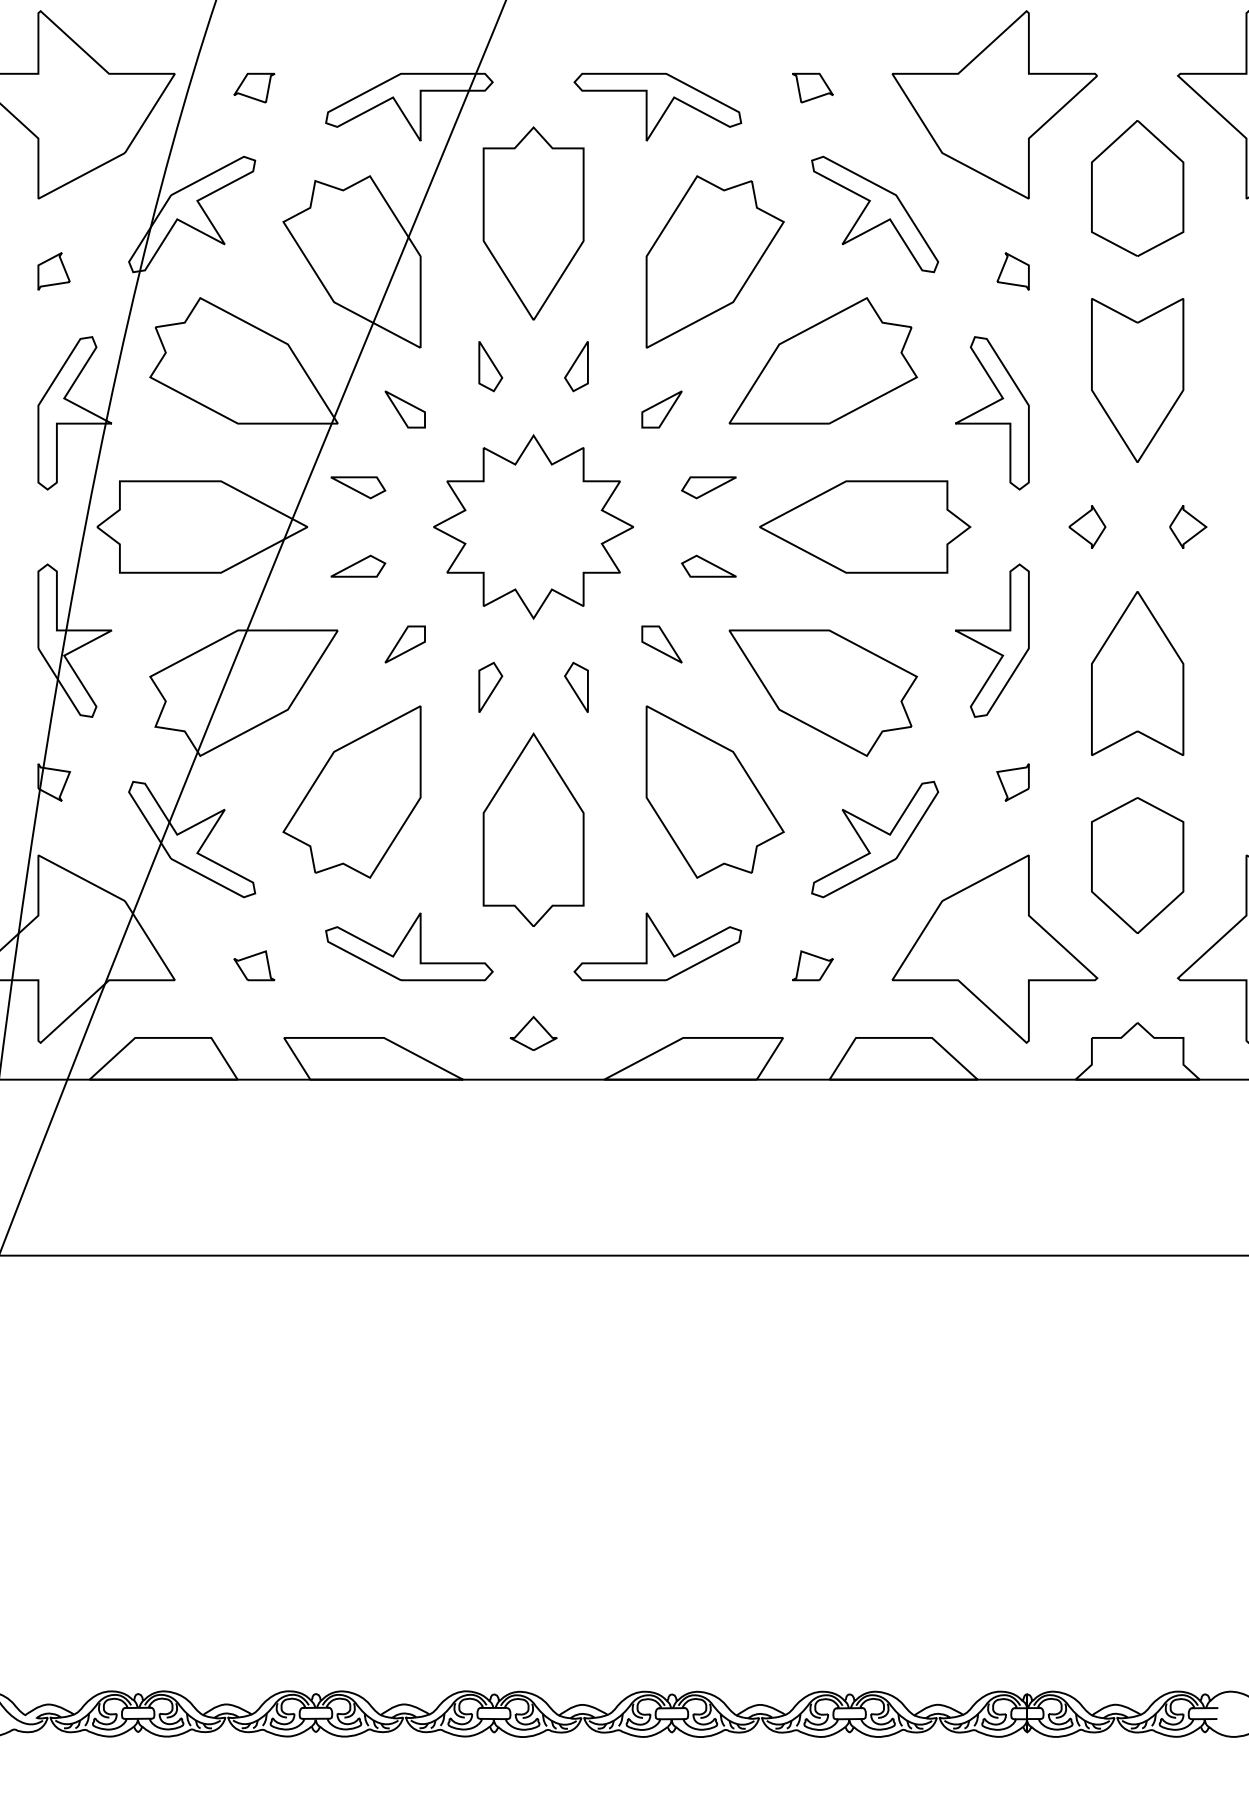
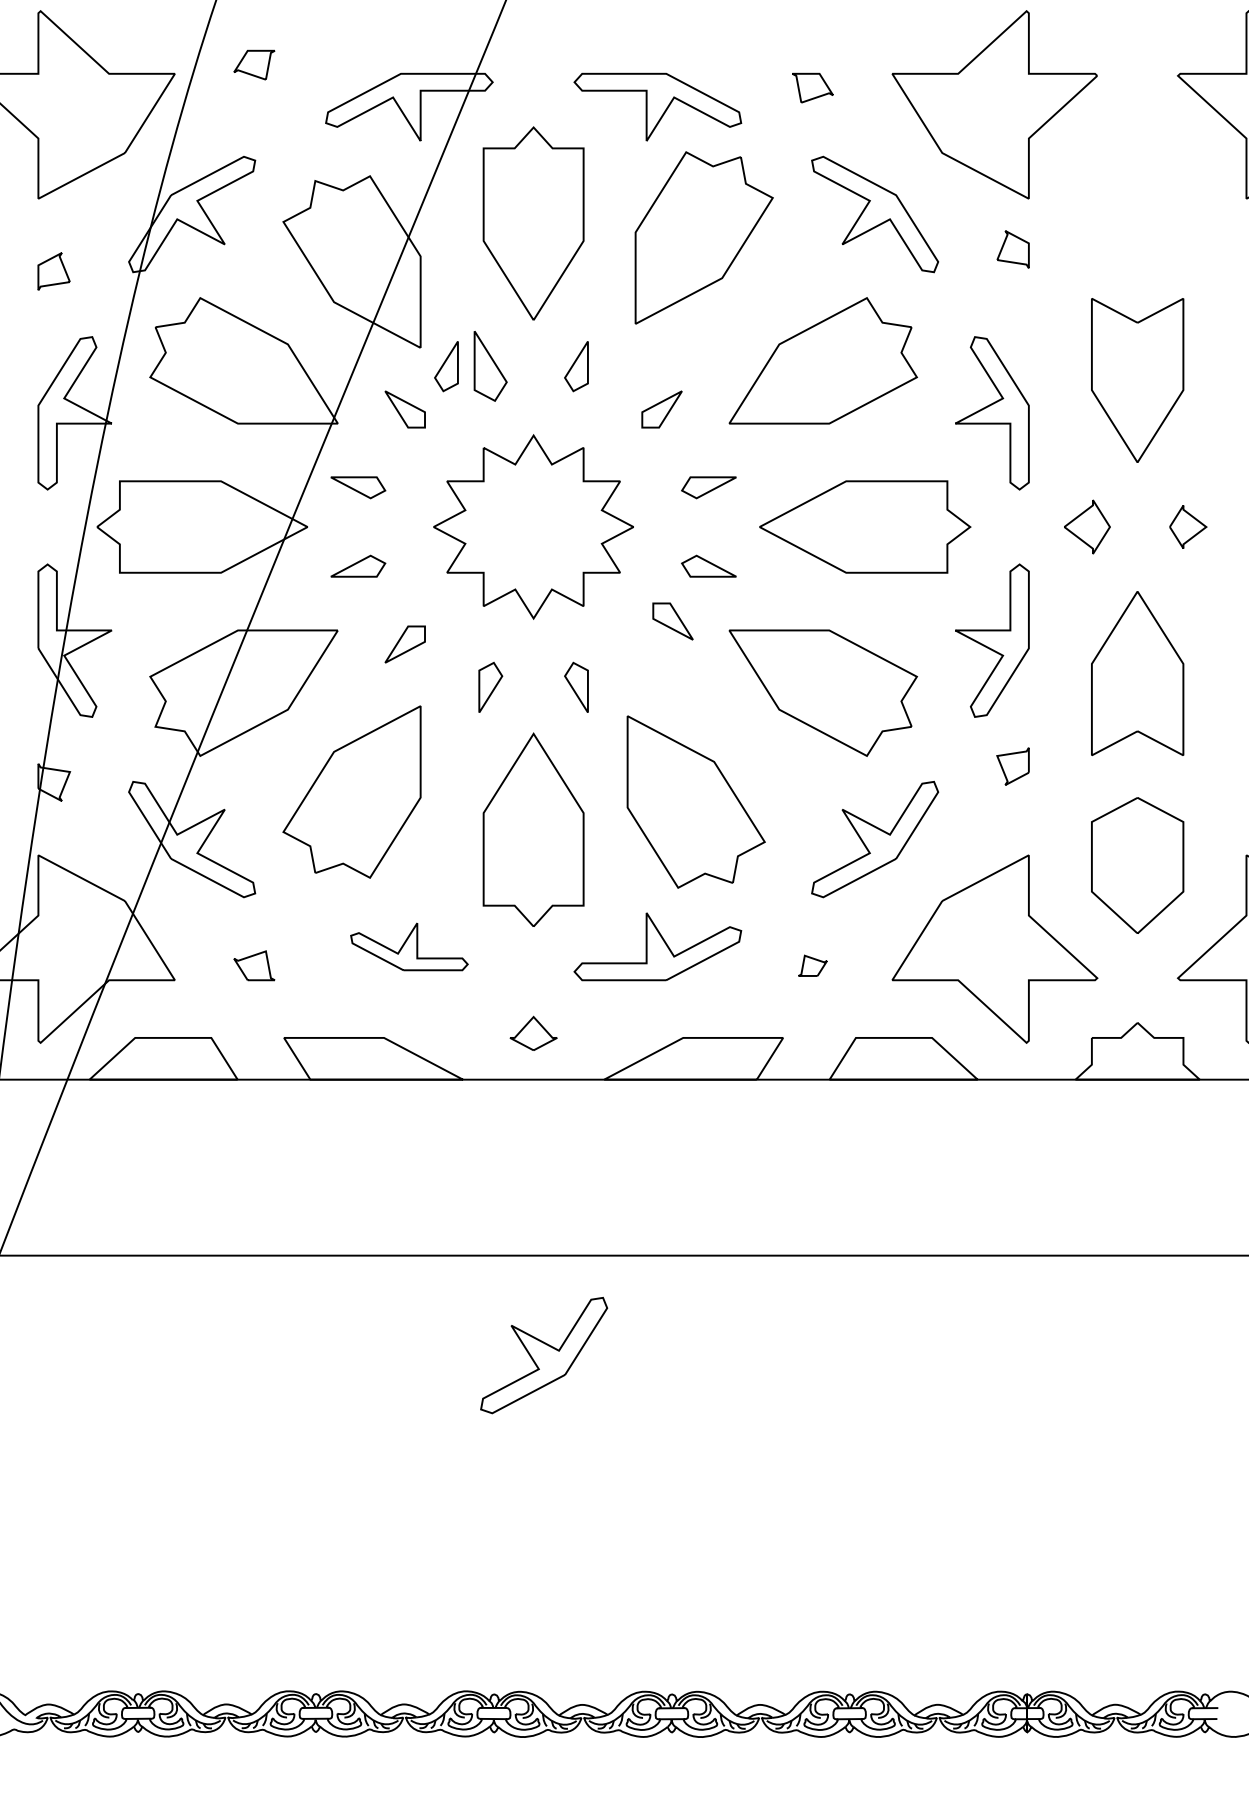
part at (254, 87) position: (254, 87) -> (254, 64)
part at (1137, 188): present -> none
part at (714, 261) position: (714, 261) -> (703, 237)
part at (1012, 271) position: (1012, 271) -> (1012, 249)
part at (446, 366): none -> present
part at (490, 366) size: 26x52 px -> 35x71 px
part at (1087, 526) size: 39x44 px -> 47x56 px
part at (661, 644) position: (661, 644) -> (672, 621)
part at (1012, 782) position: (1012, 782) -> (1012, 766)
part at (714, 791) position: (714, 791) -> (695, 801)
part at (409, 946) size: 169x70 px -> 119x50 px
part at (812, 965) size: 42x32 px -> 30x23 px
part at (544, 1355): none -> present
